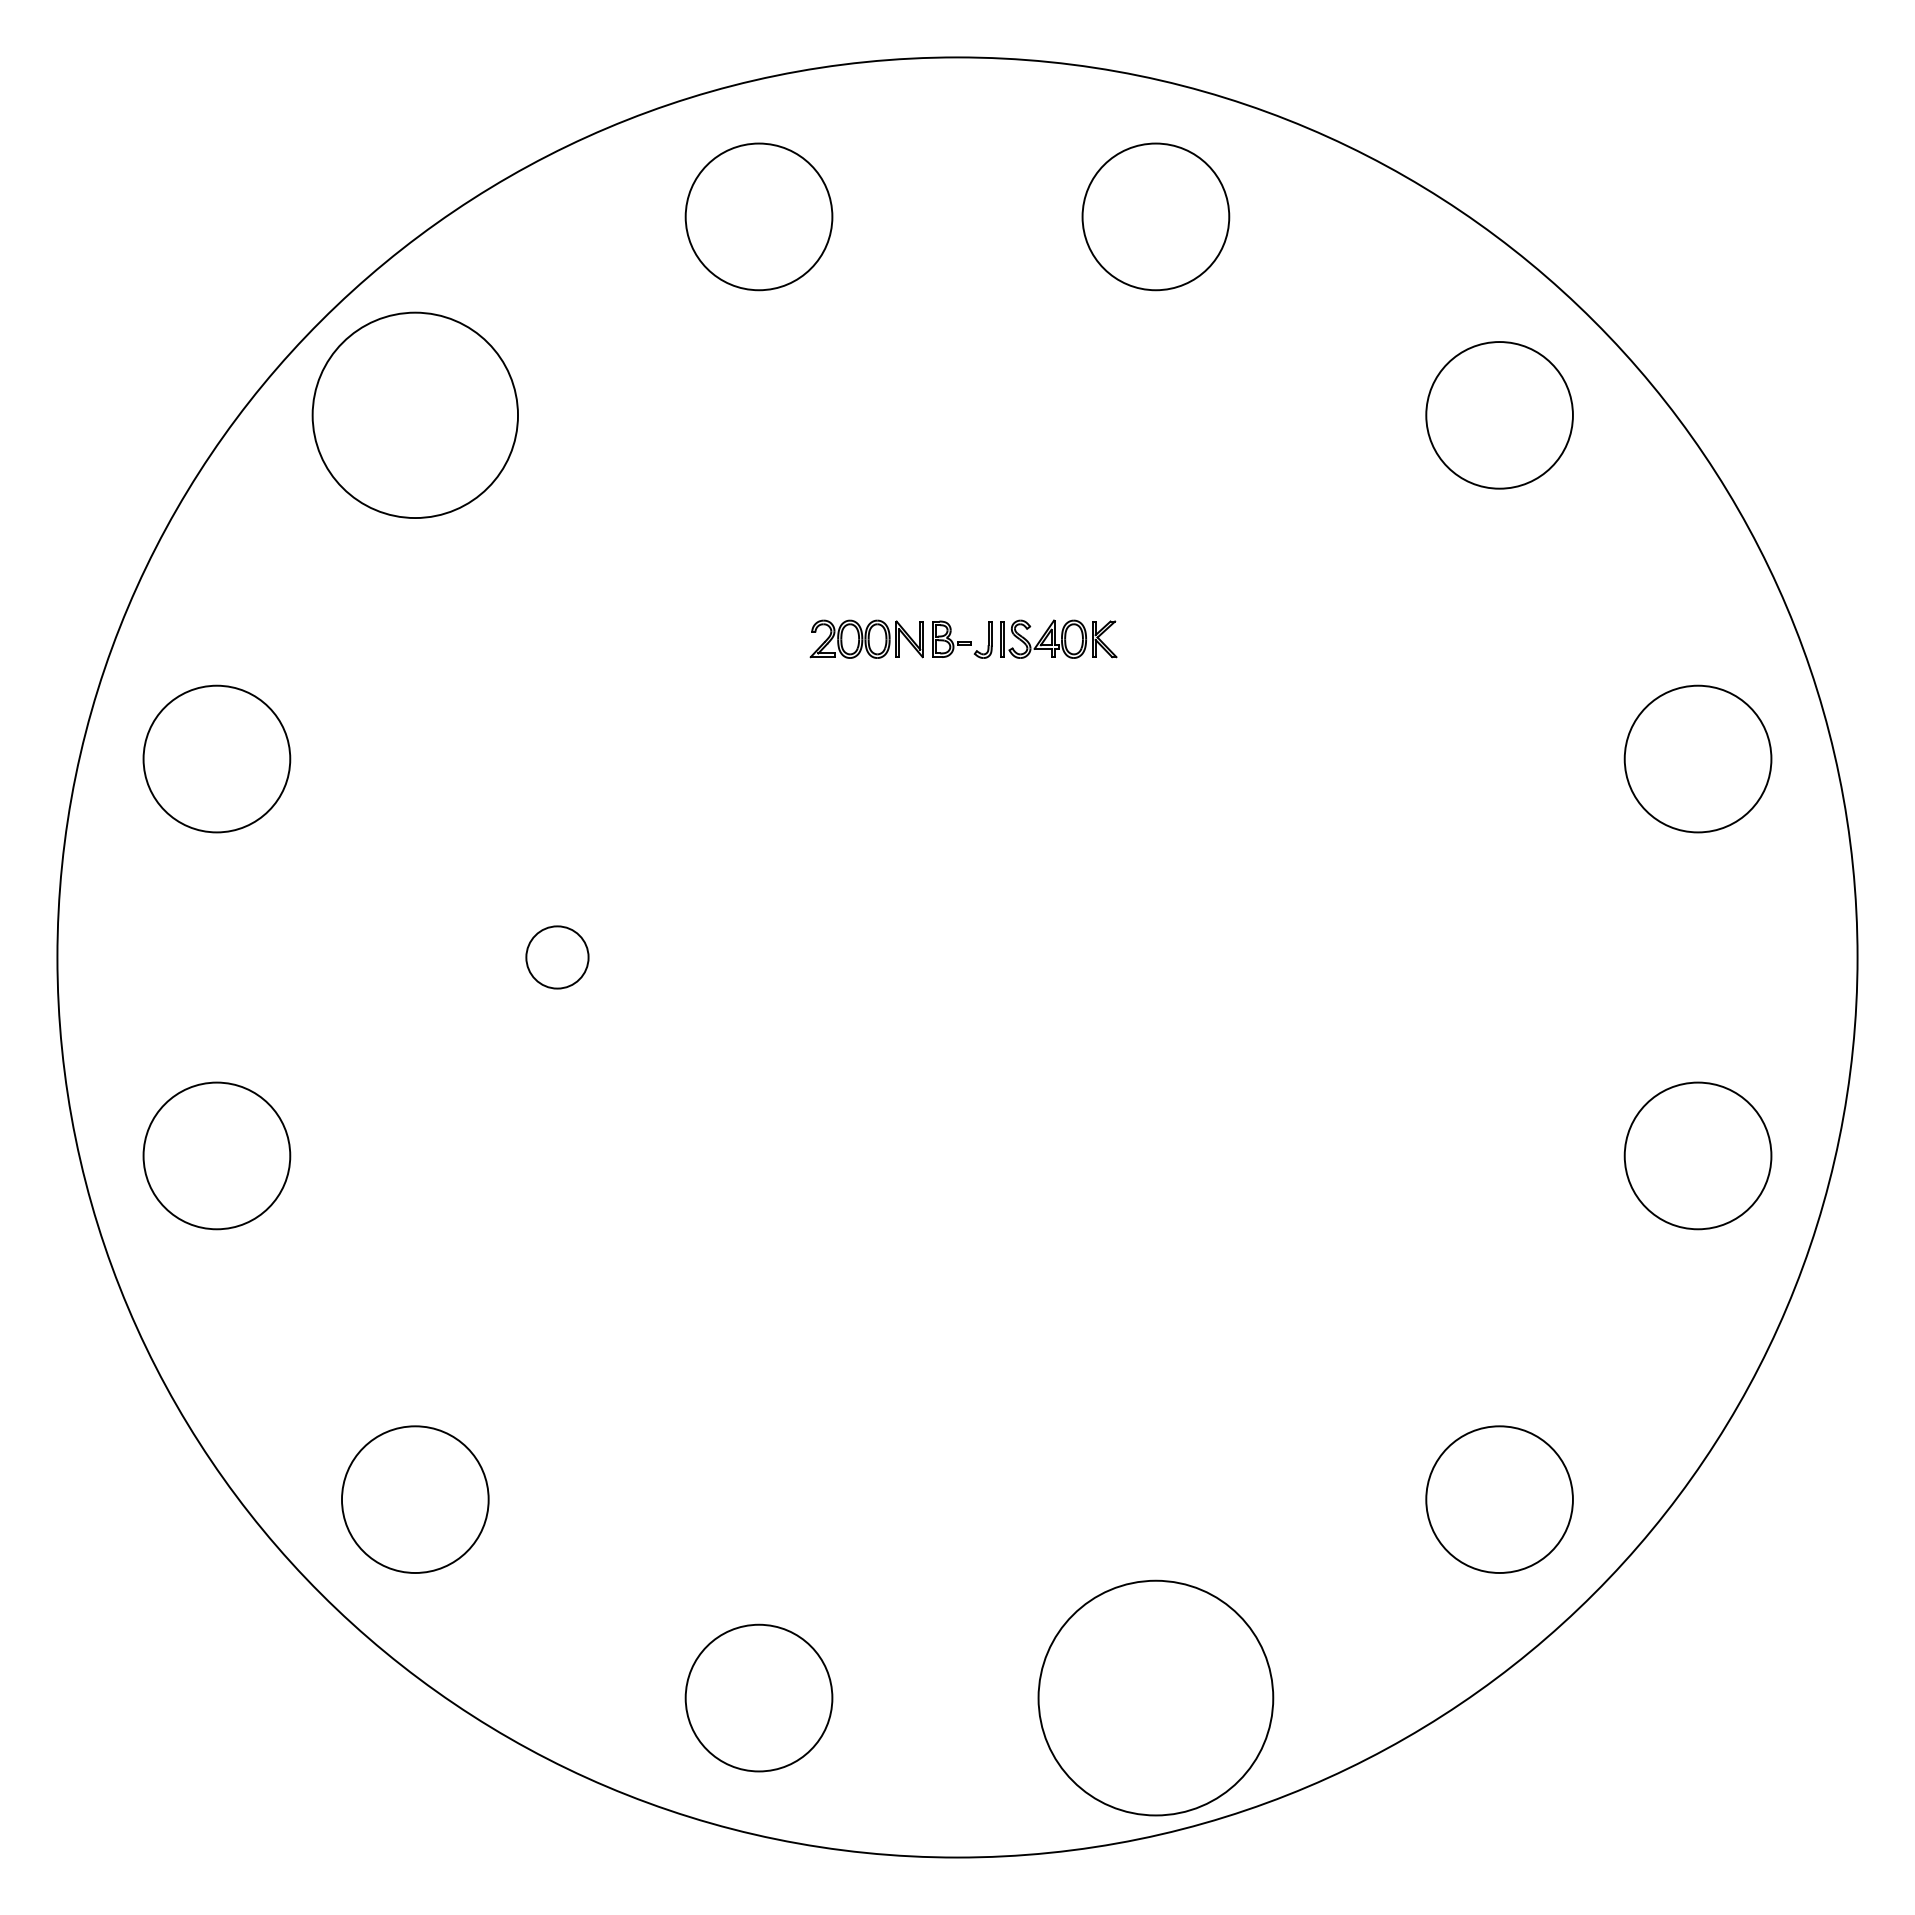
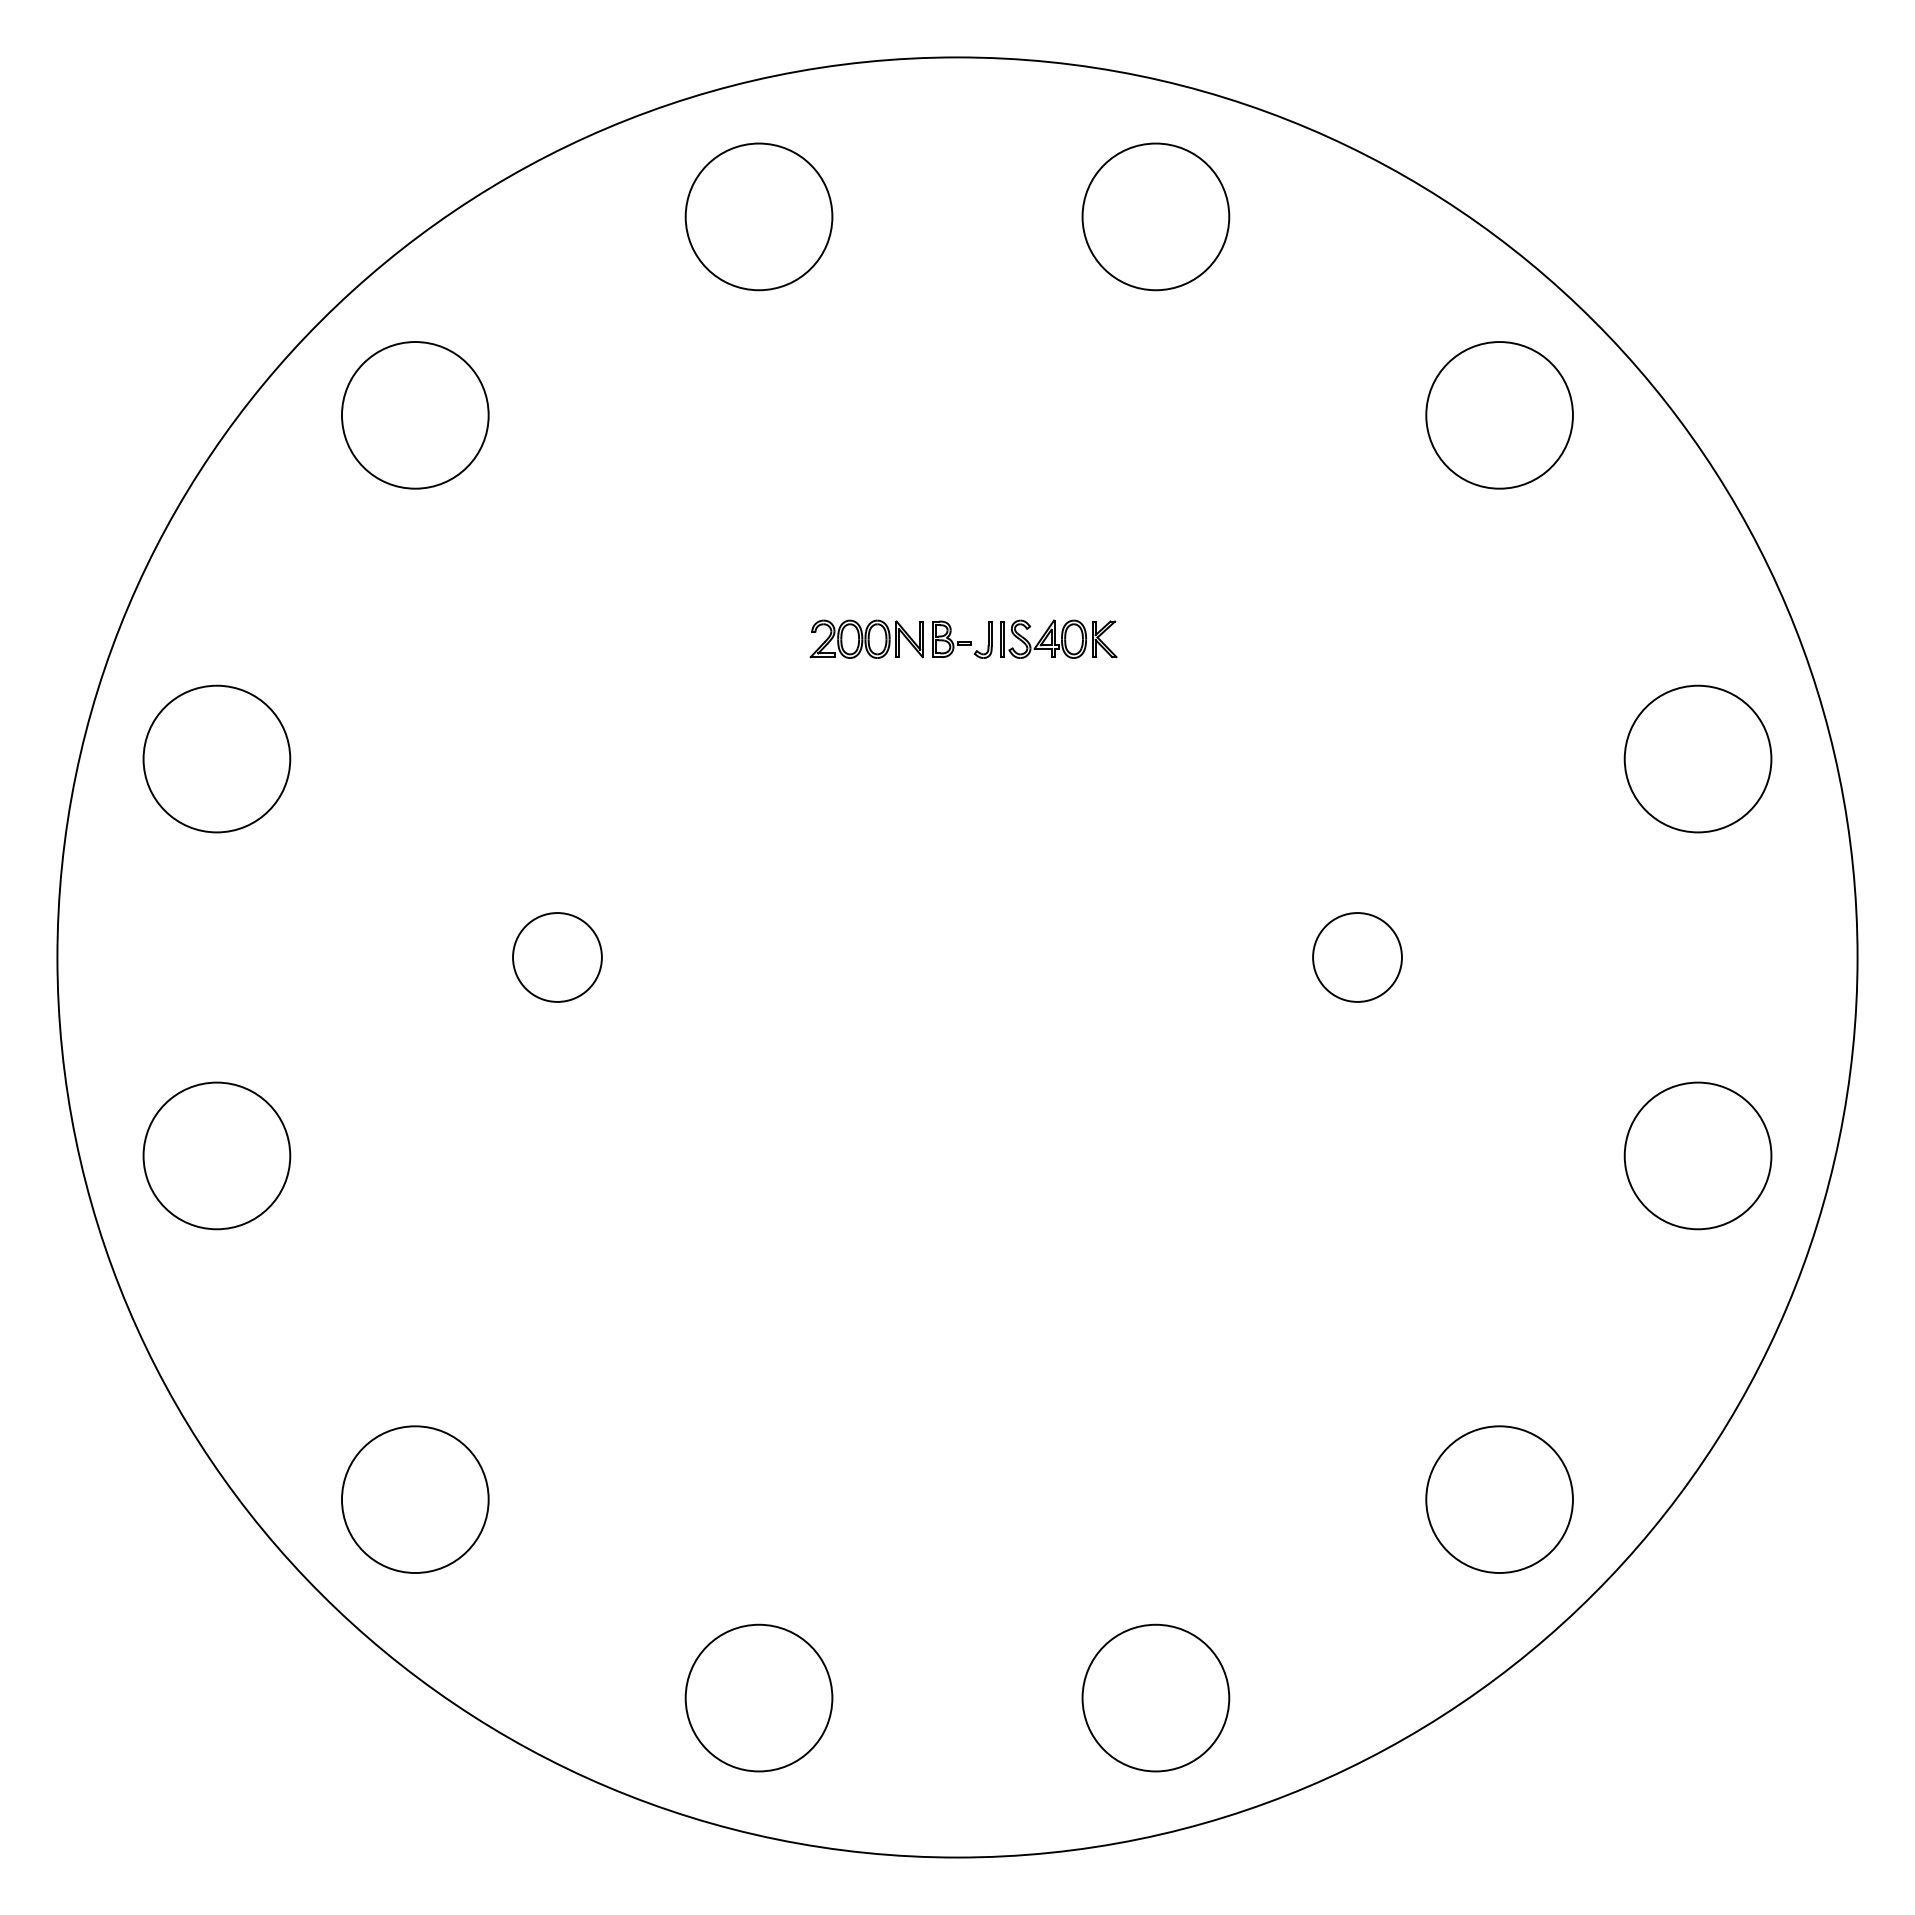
circle at (415, 415) diameter: 205 px -> 147 px
circle at (557, 957) diameter: 62 px -> 89 px
circle at (1357, 957): none -> present
circle at (1155, 1697) diameter: 235 px -> 147 px
